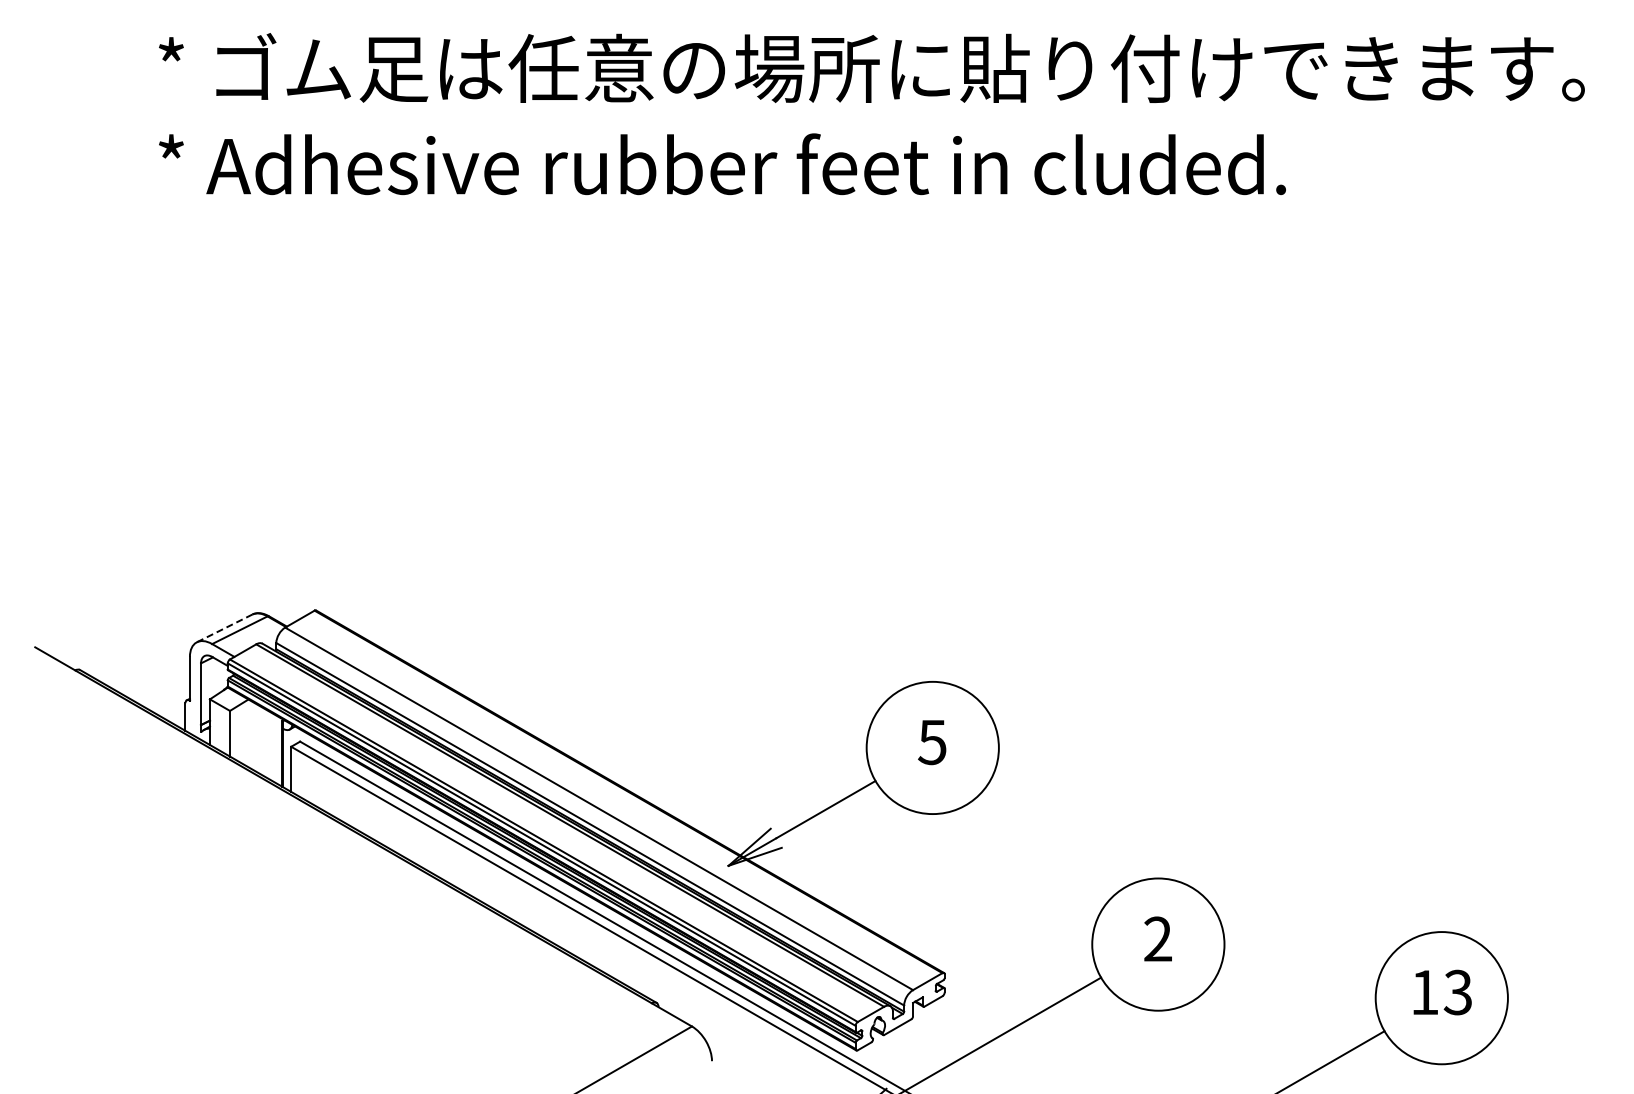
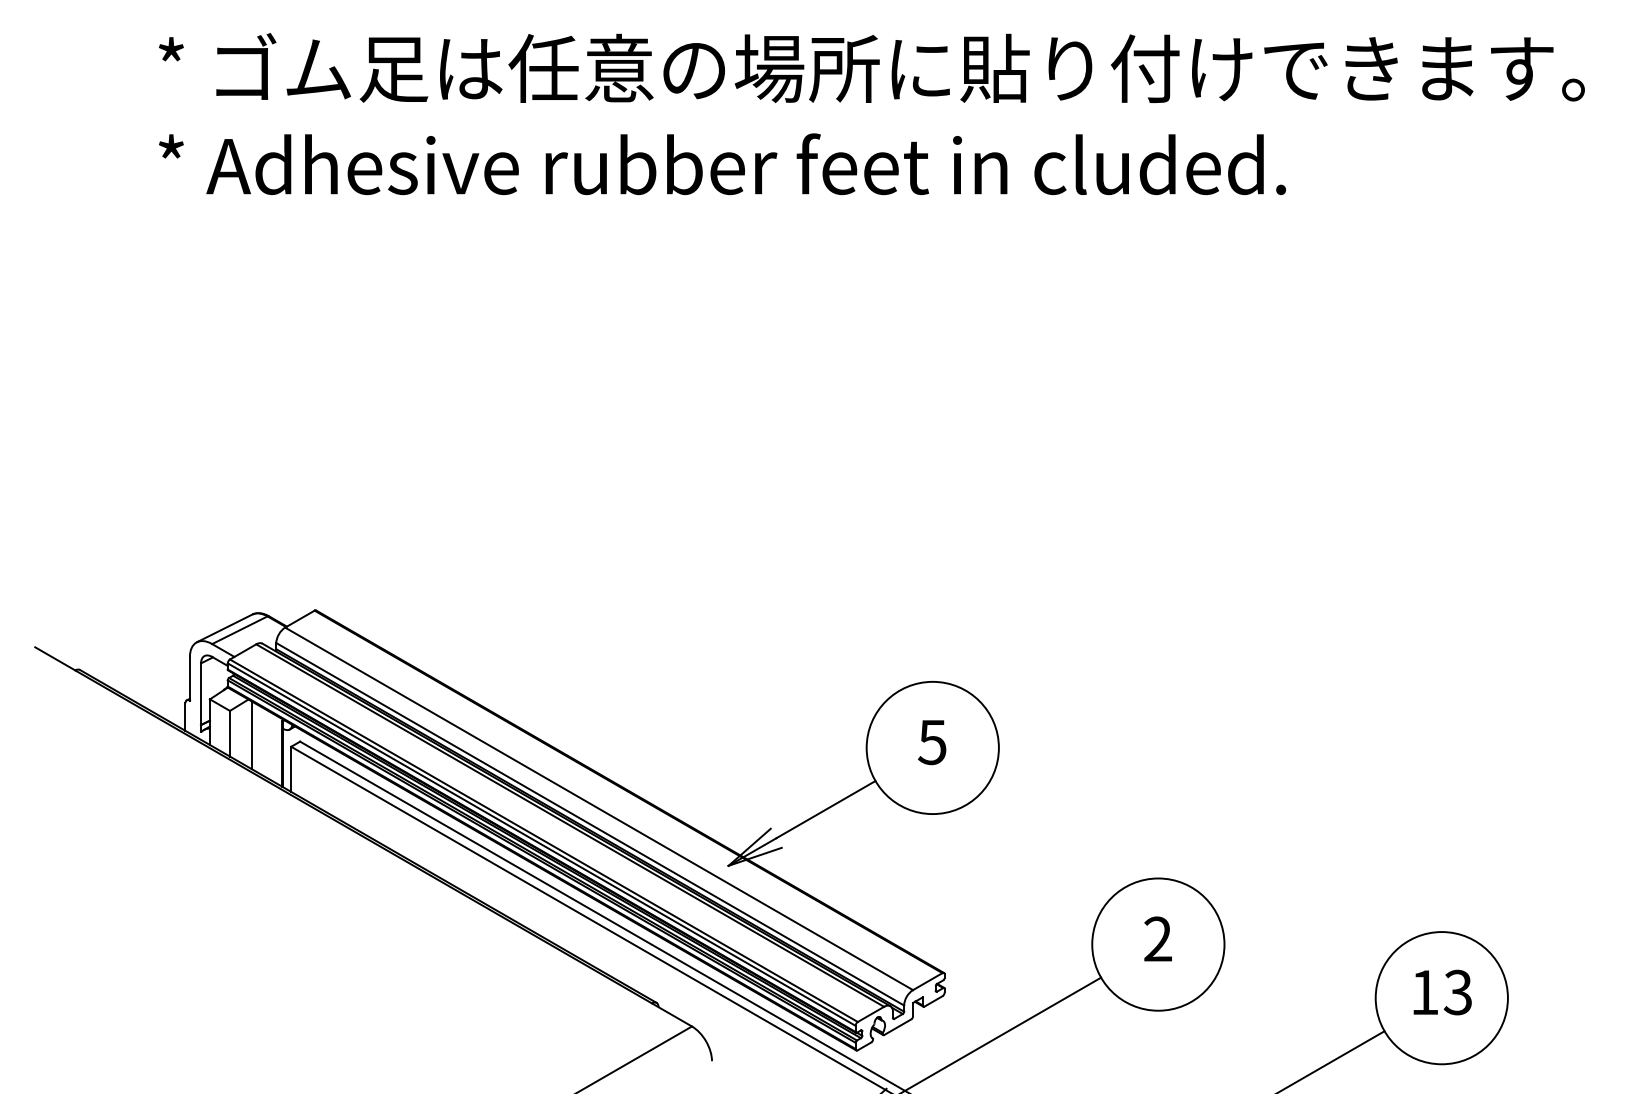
line at (224, 628): dashed -> solid
line at (252, 735): none -> present
